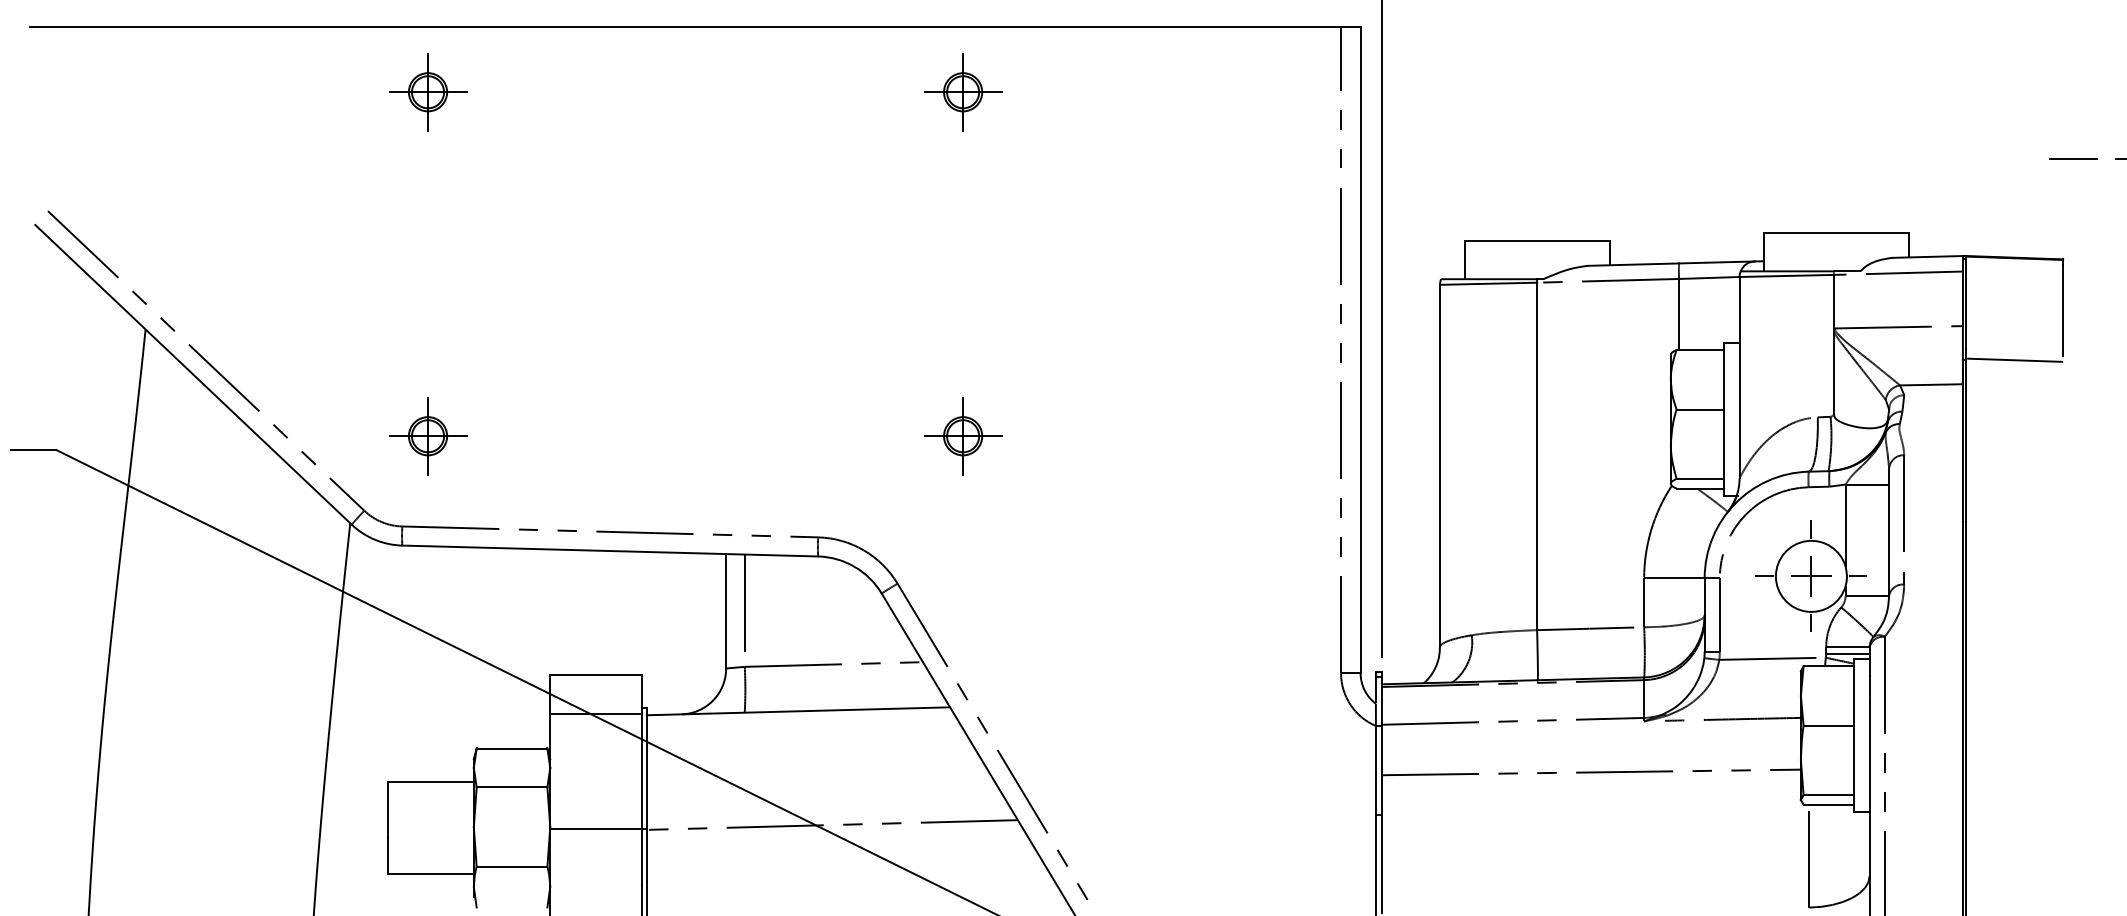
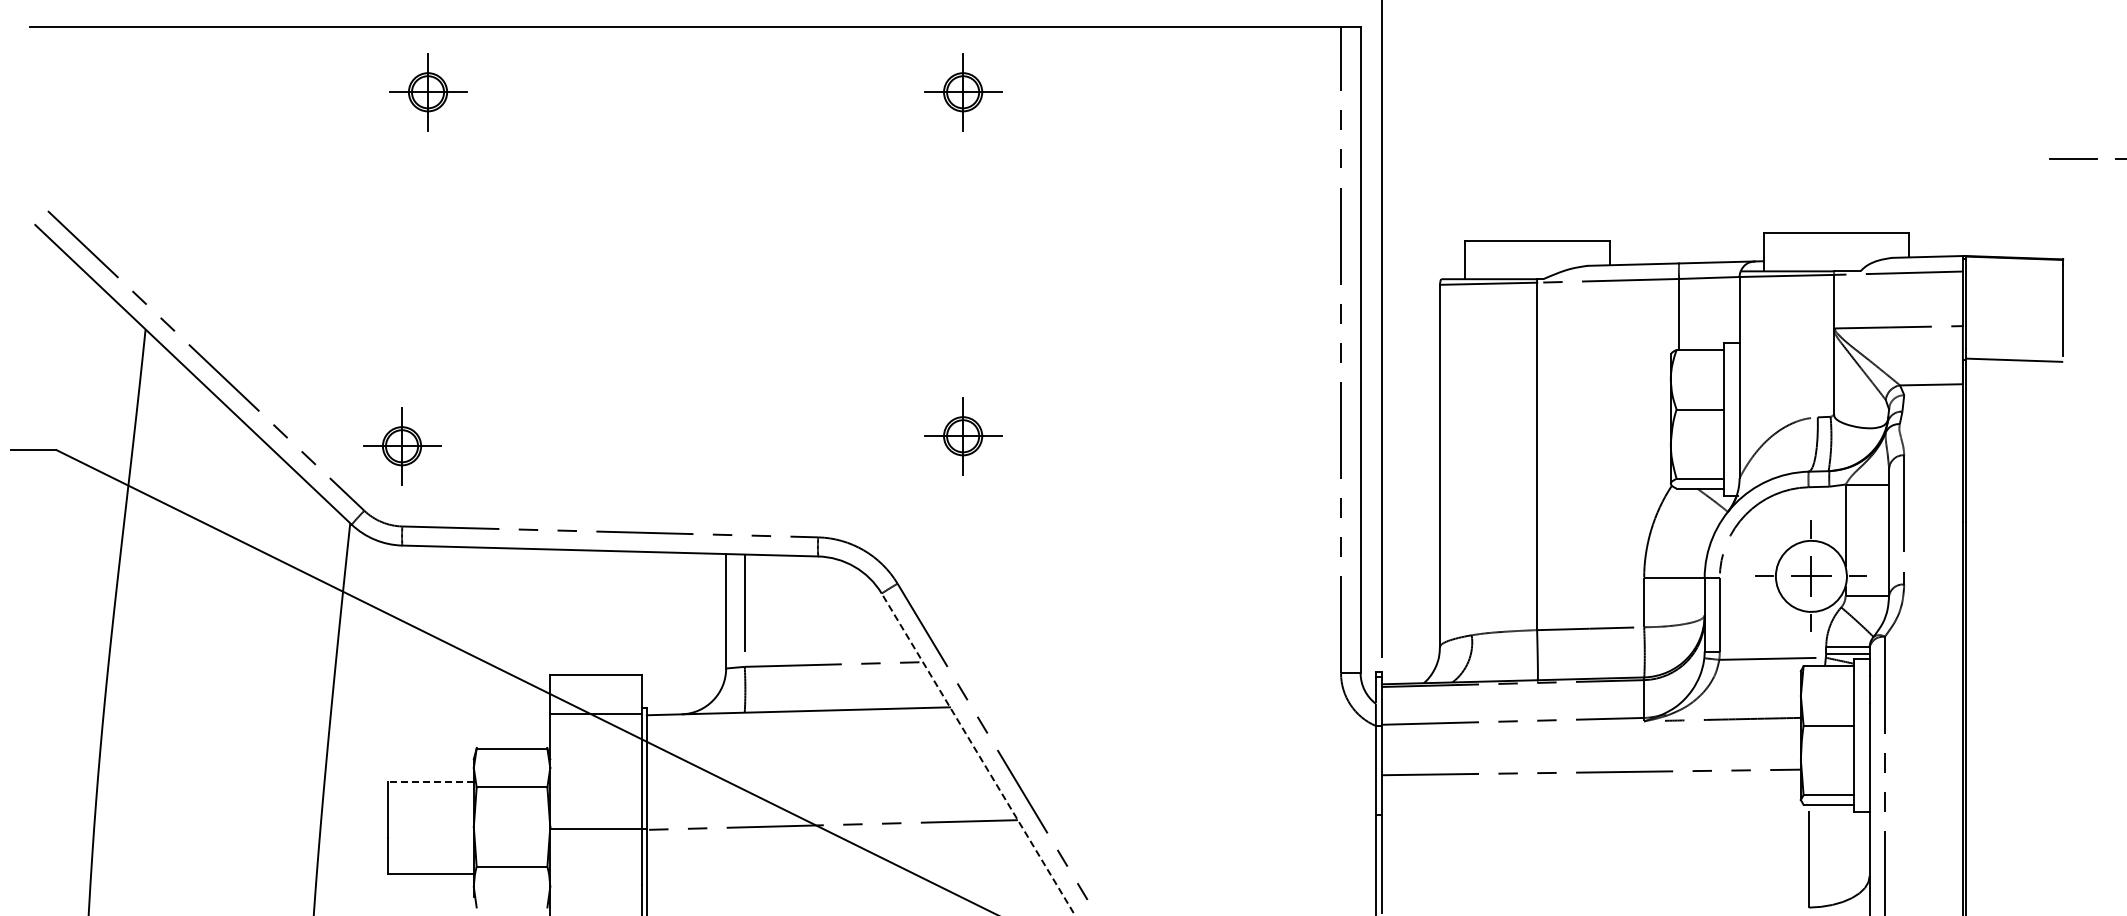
part at (428, 436) position: (428, 436) -> (402, 446)
line at (978, 754): solid -> dashed
line at (431, 782): solid -> dashed
